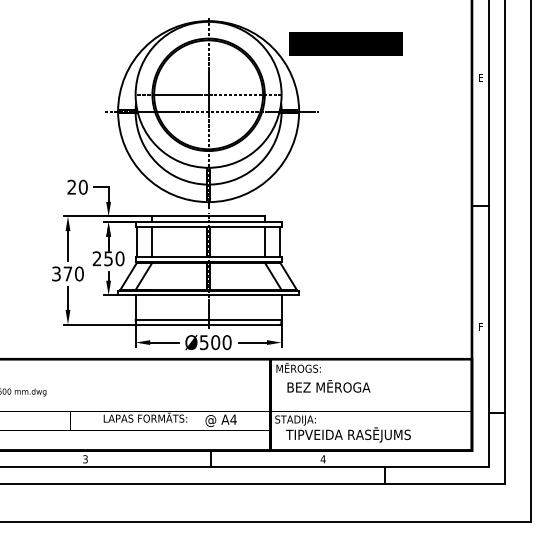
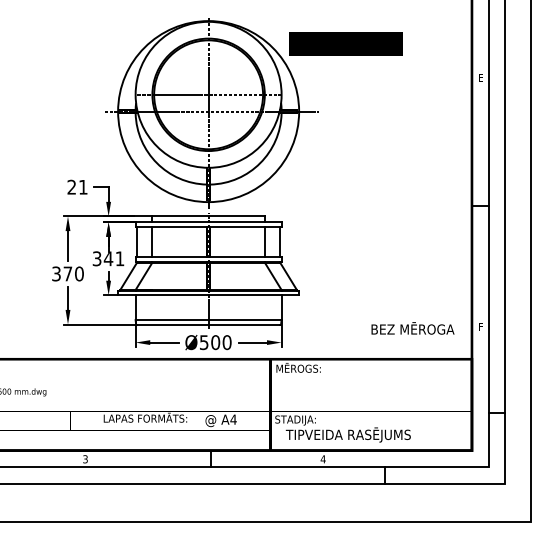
text at (82, 186): 20 -> 21
text at (108, 258): 250 -> 341
text at (328, 386) position: (328, 386) -> (412, 328)
